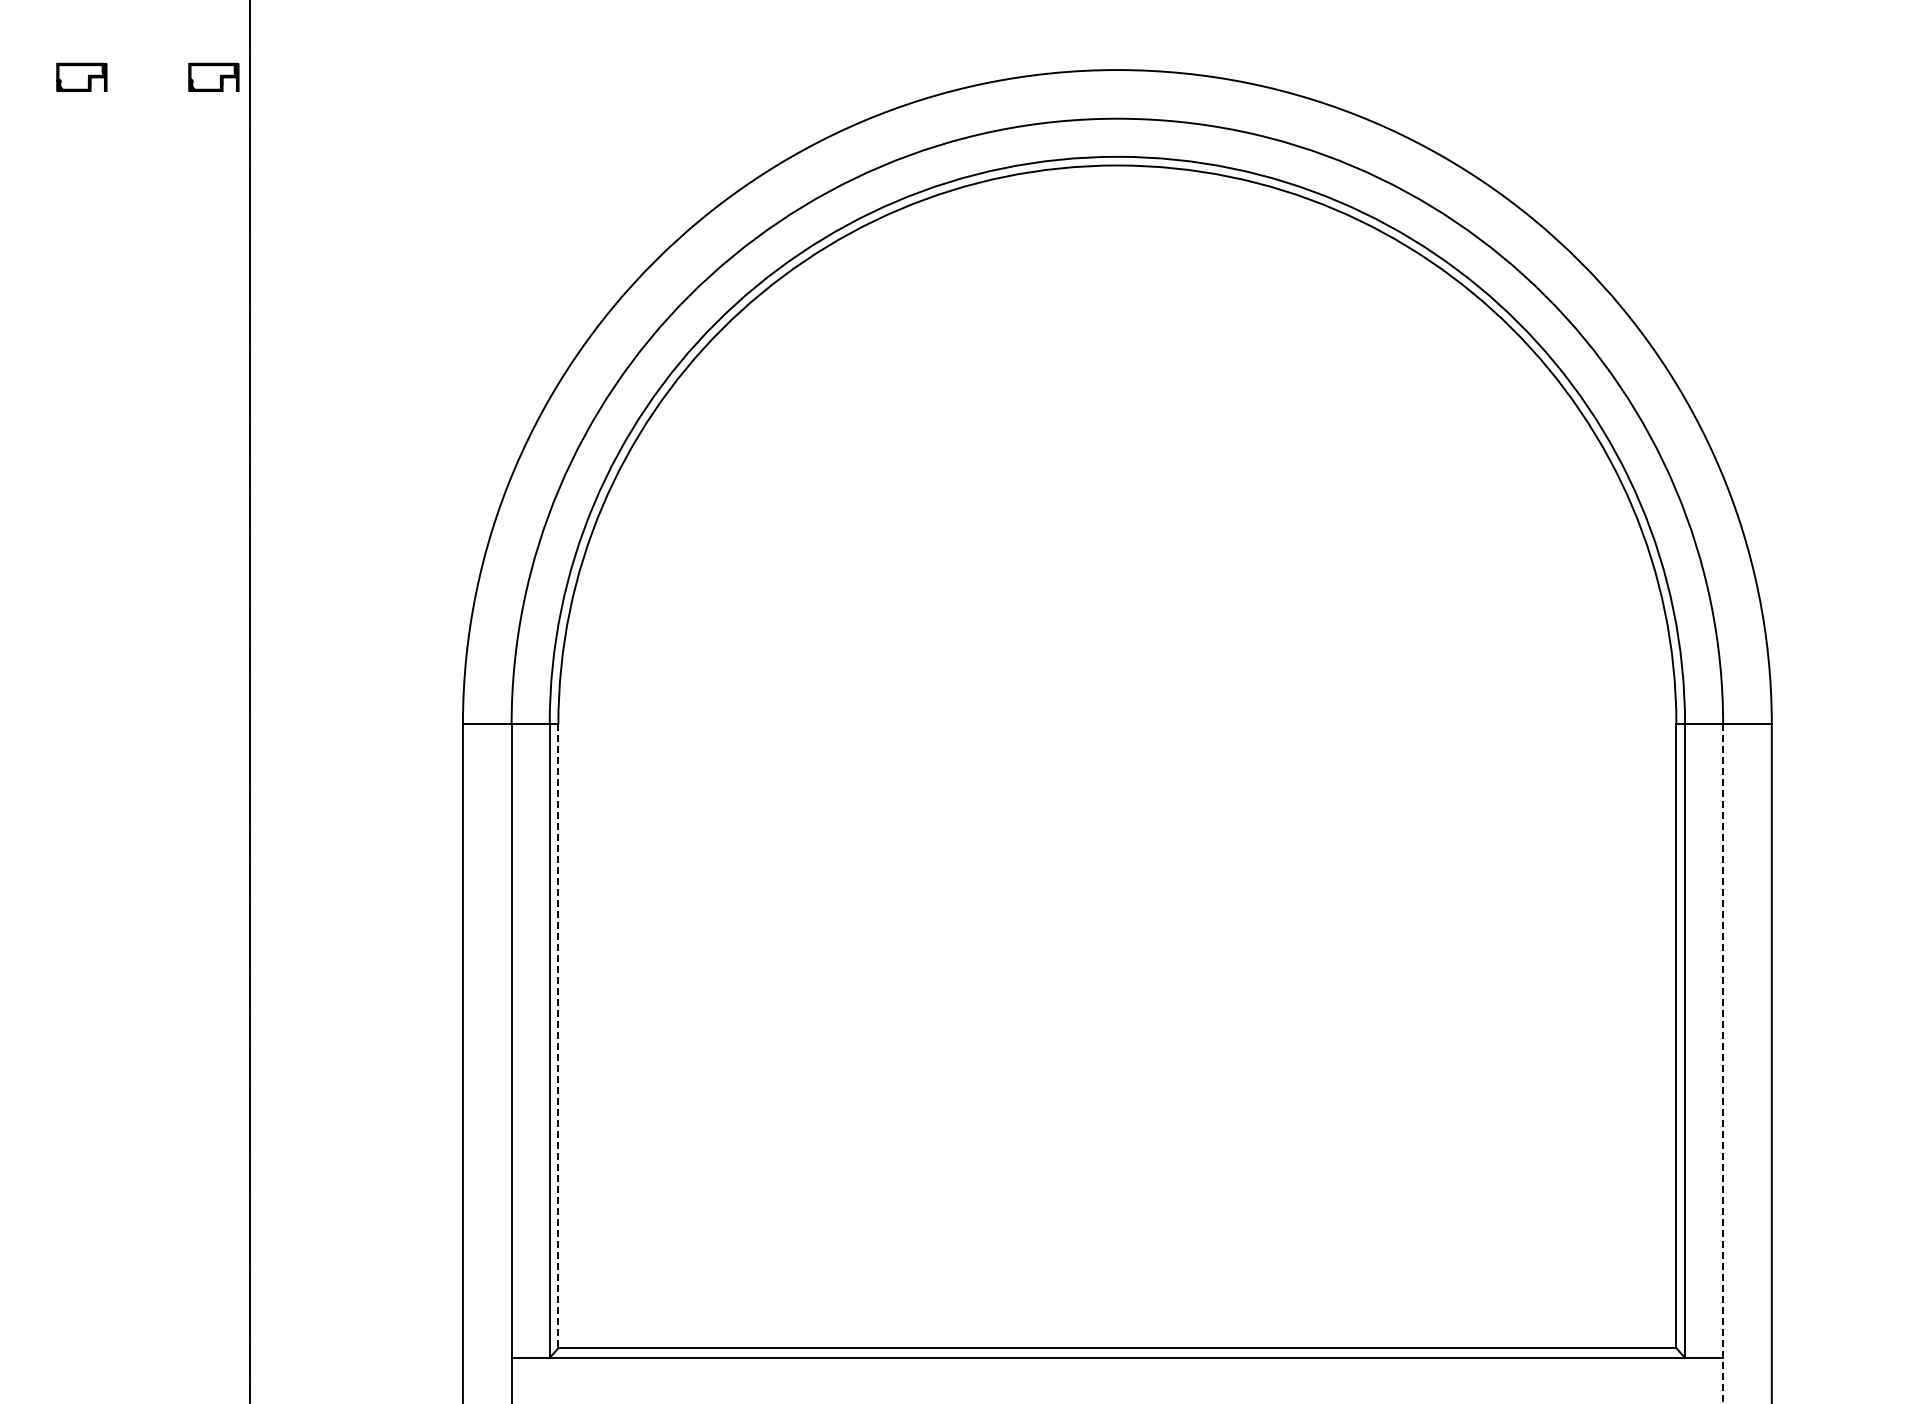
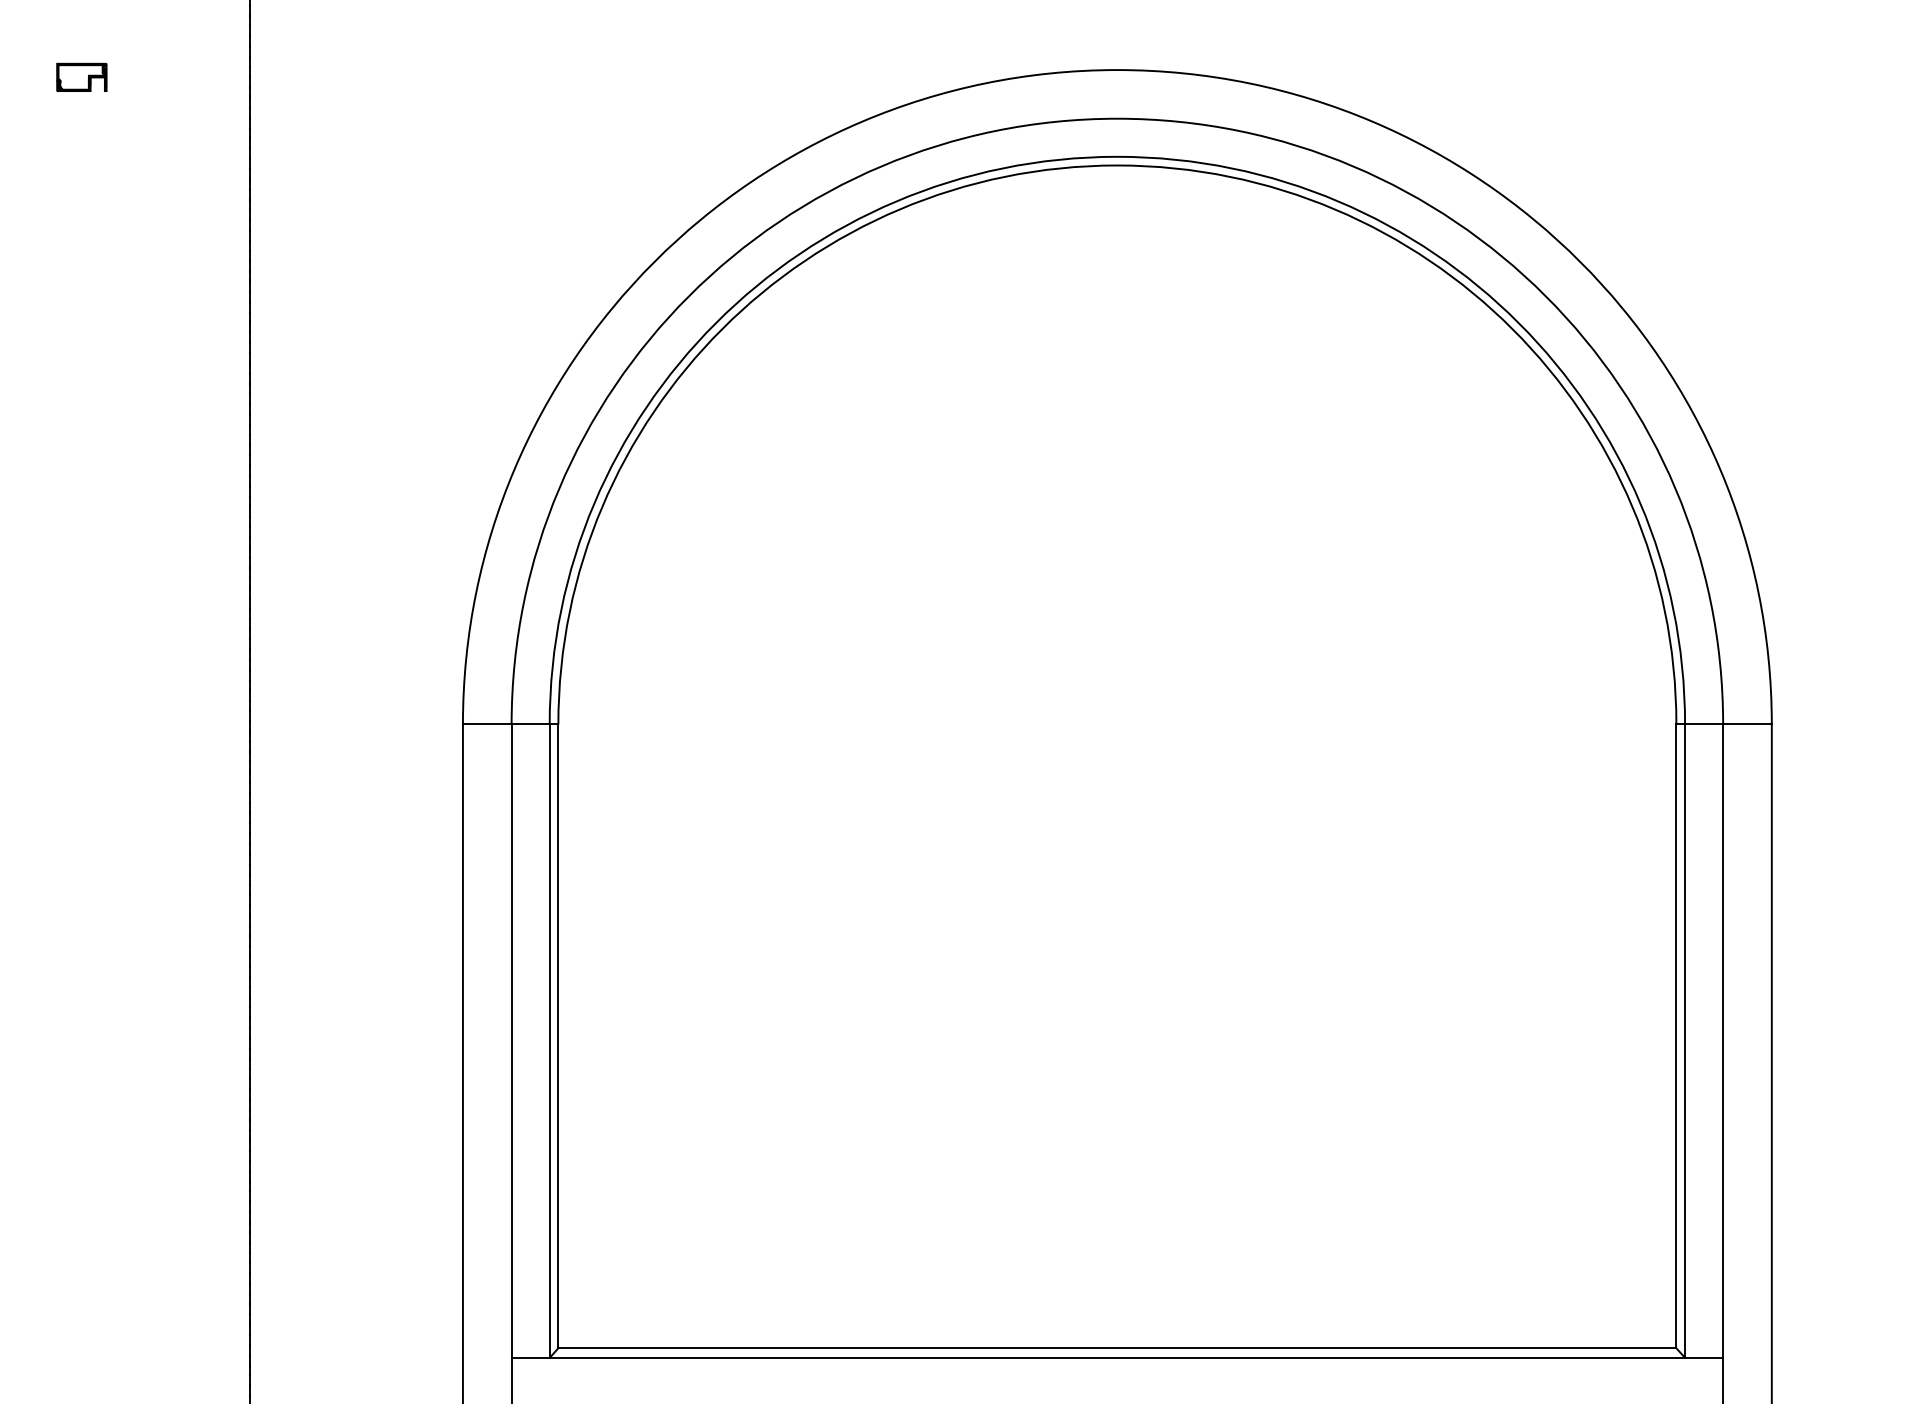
part at (213, 76): present -> none
line at (558, 1036): dashed -> solid
line at (1723, 1064): dashed -> solid
